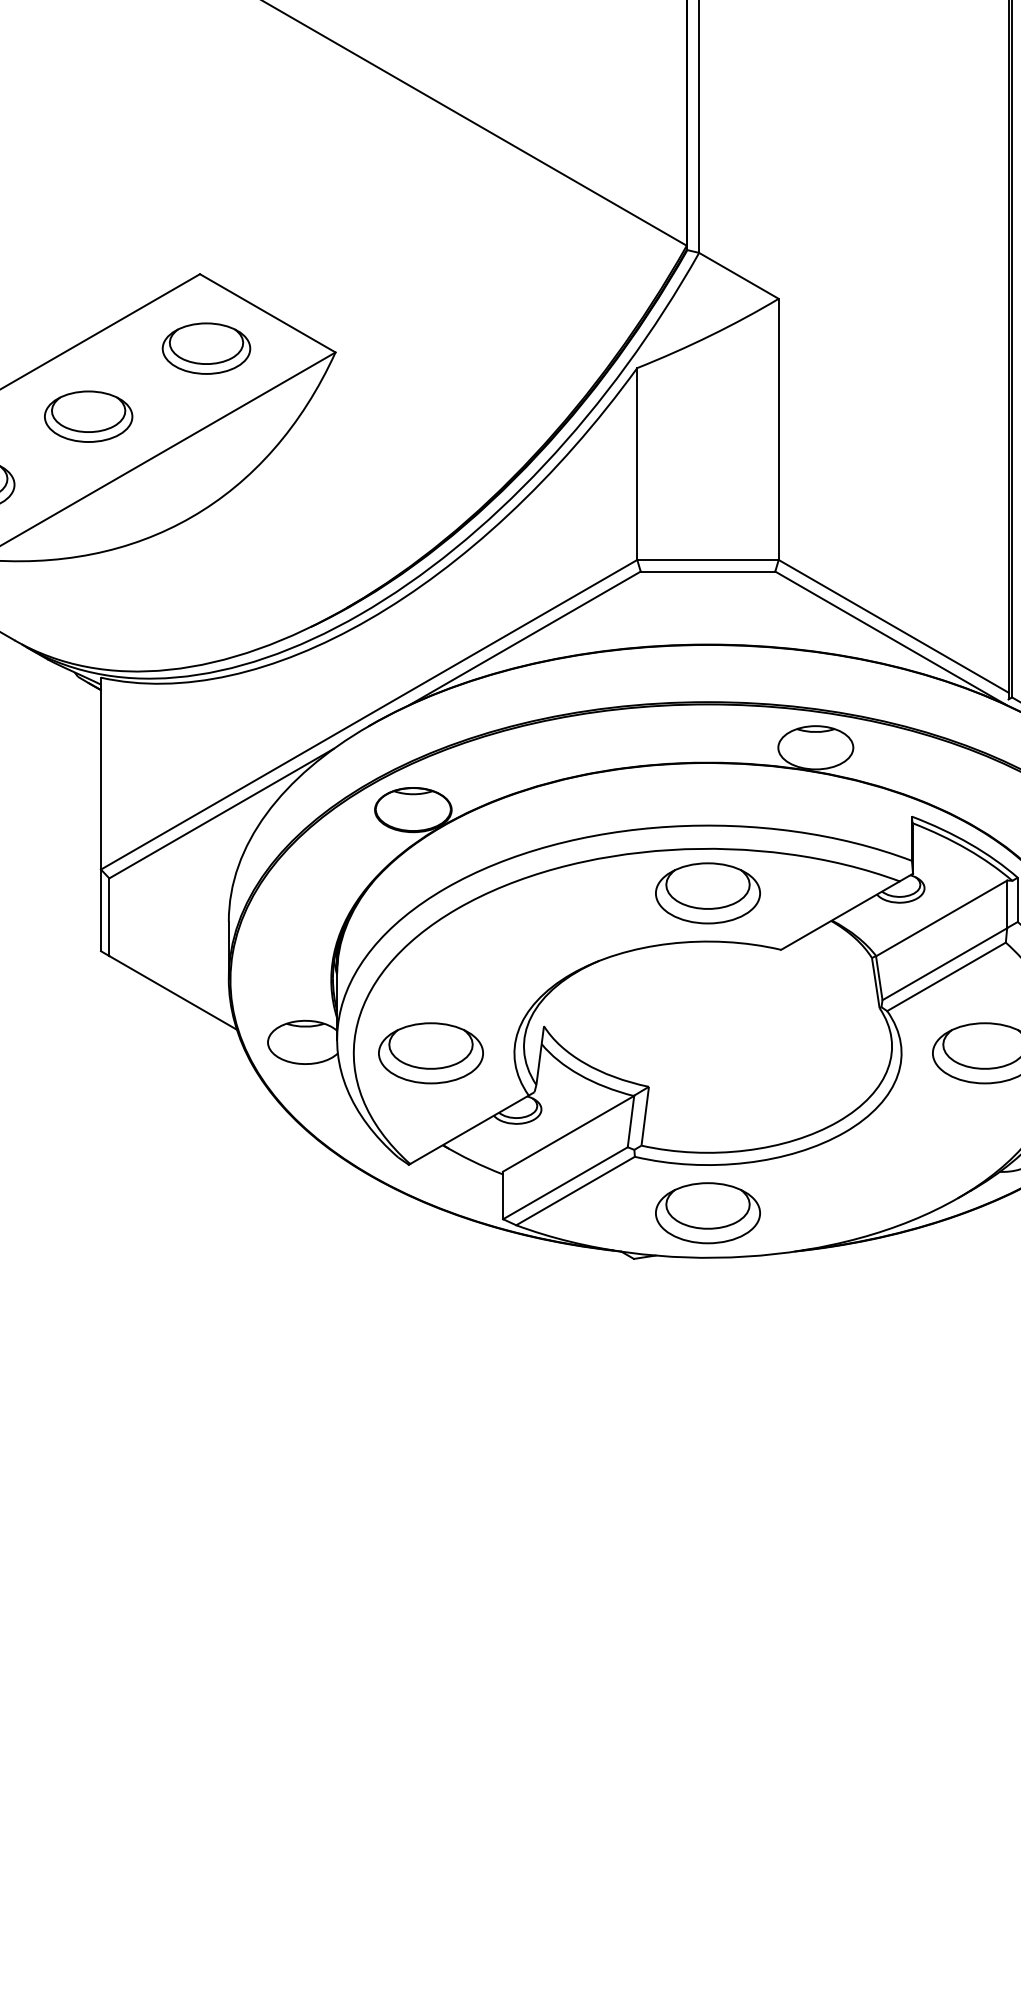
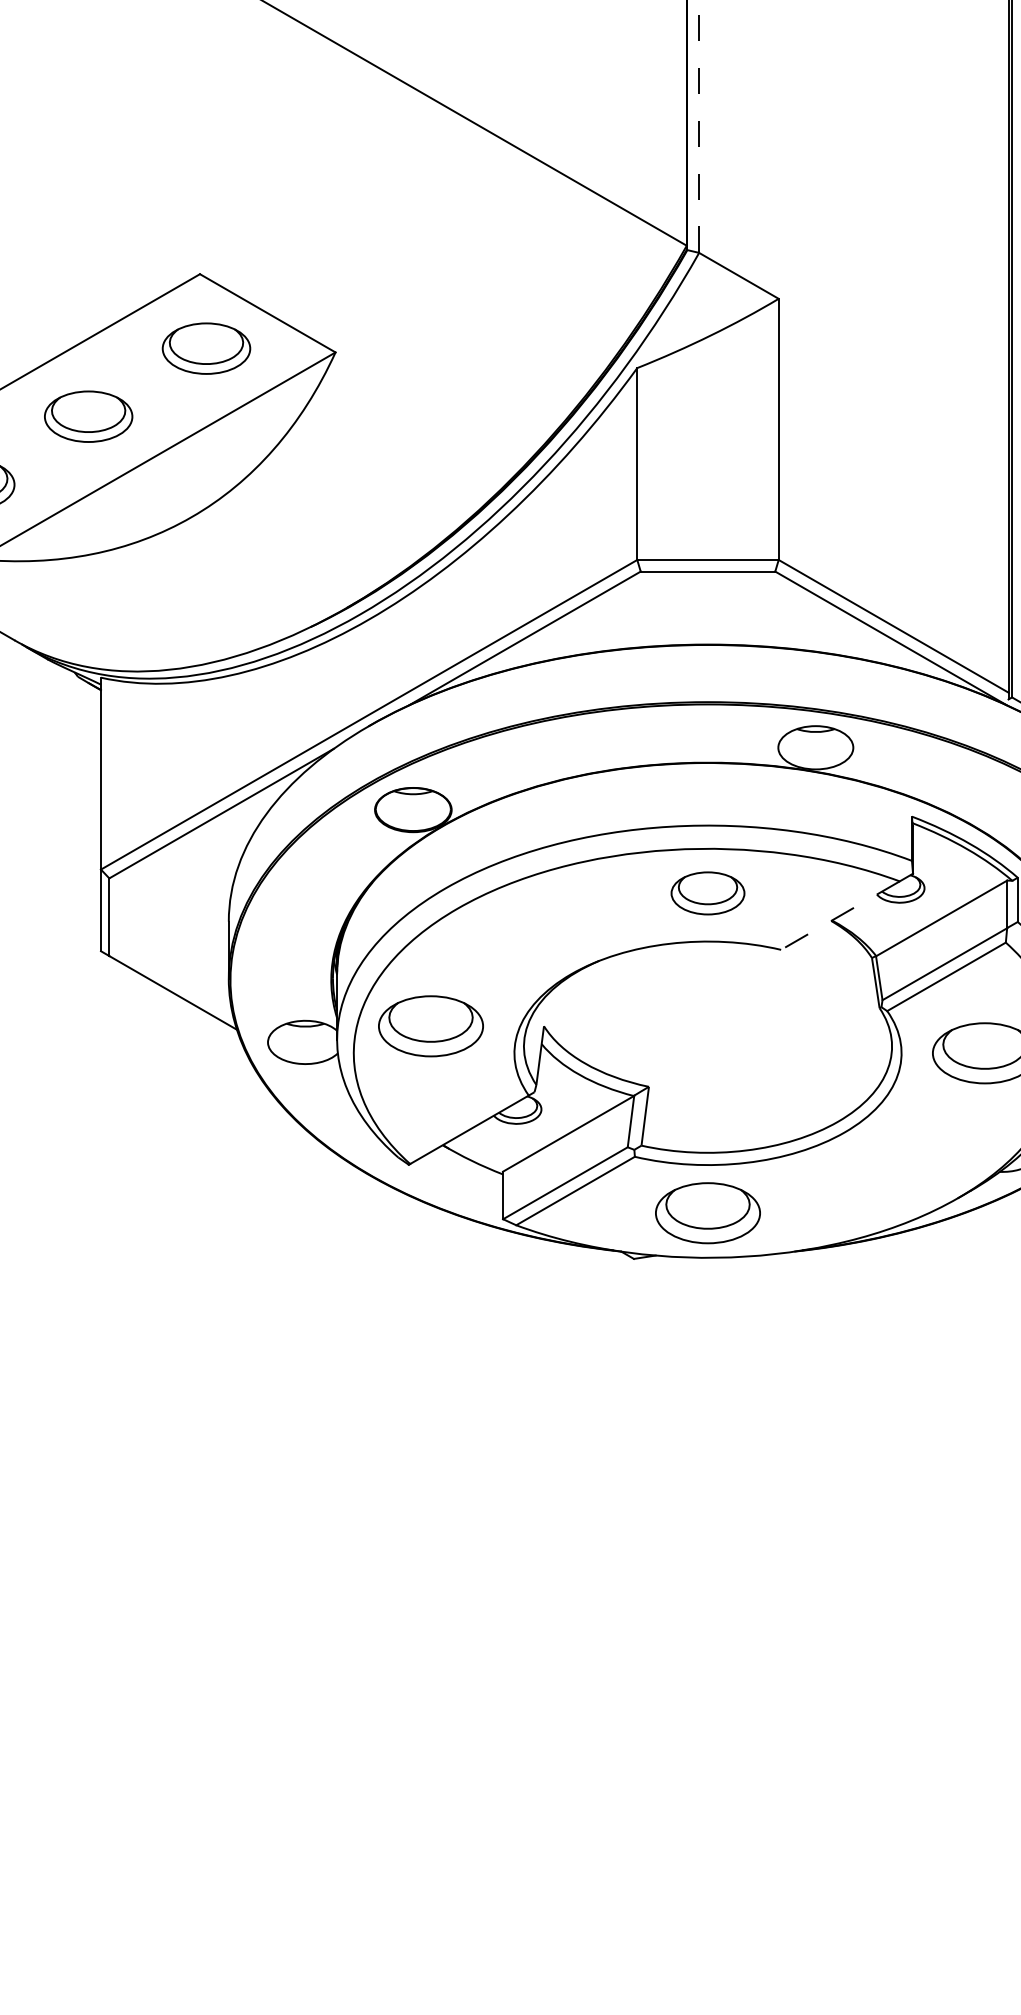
line at (699, 126): solid -> dashed
part at (707, 893) size: 106x63 px -> 76x45 px
line at (840, 915): solid -> dashed
part at (430, 1053) position: (430, 1053) -> (430, 1026)
